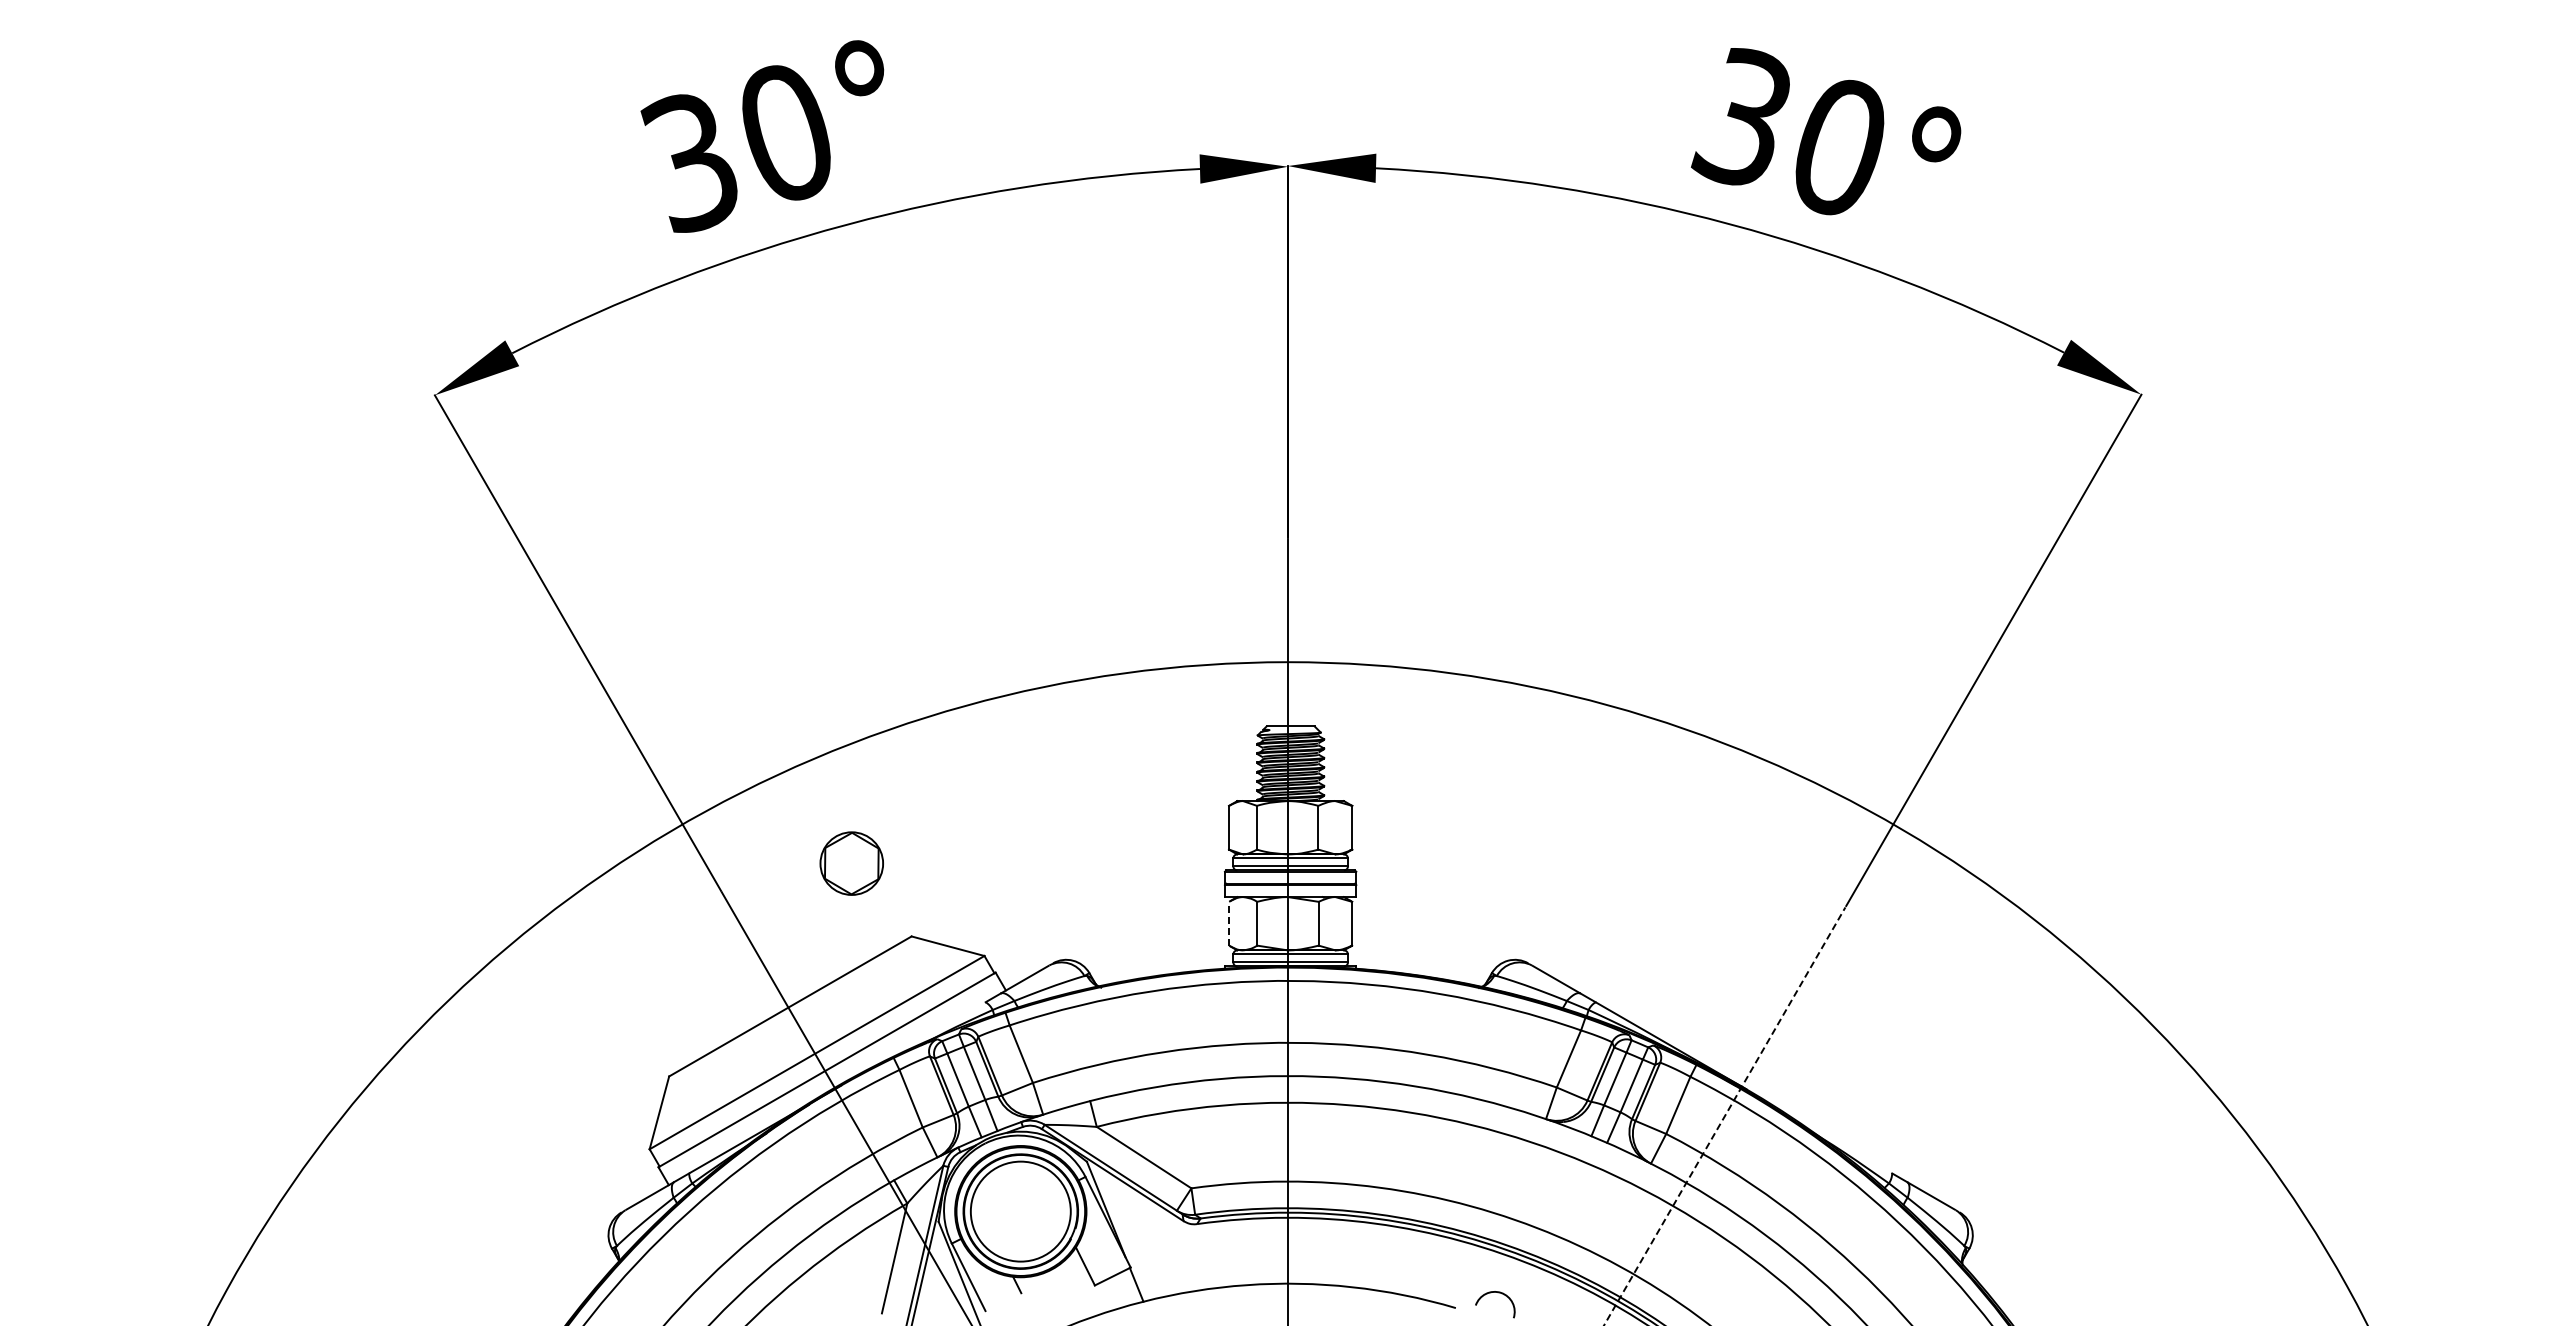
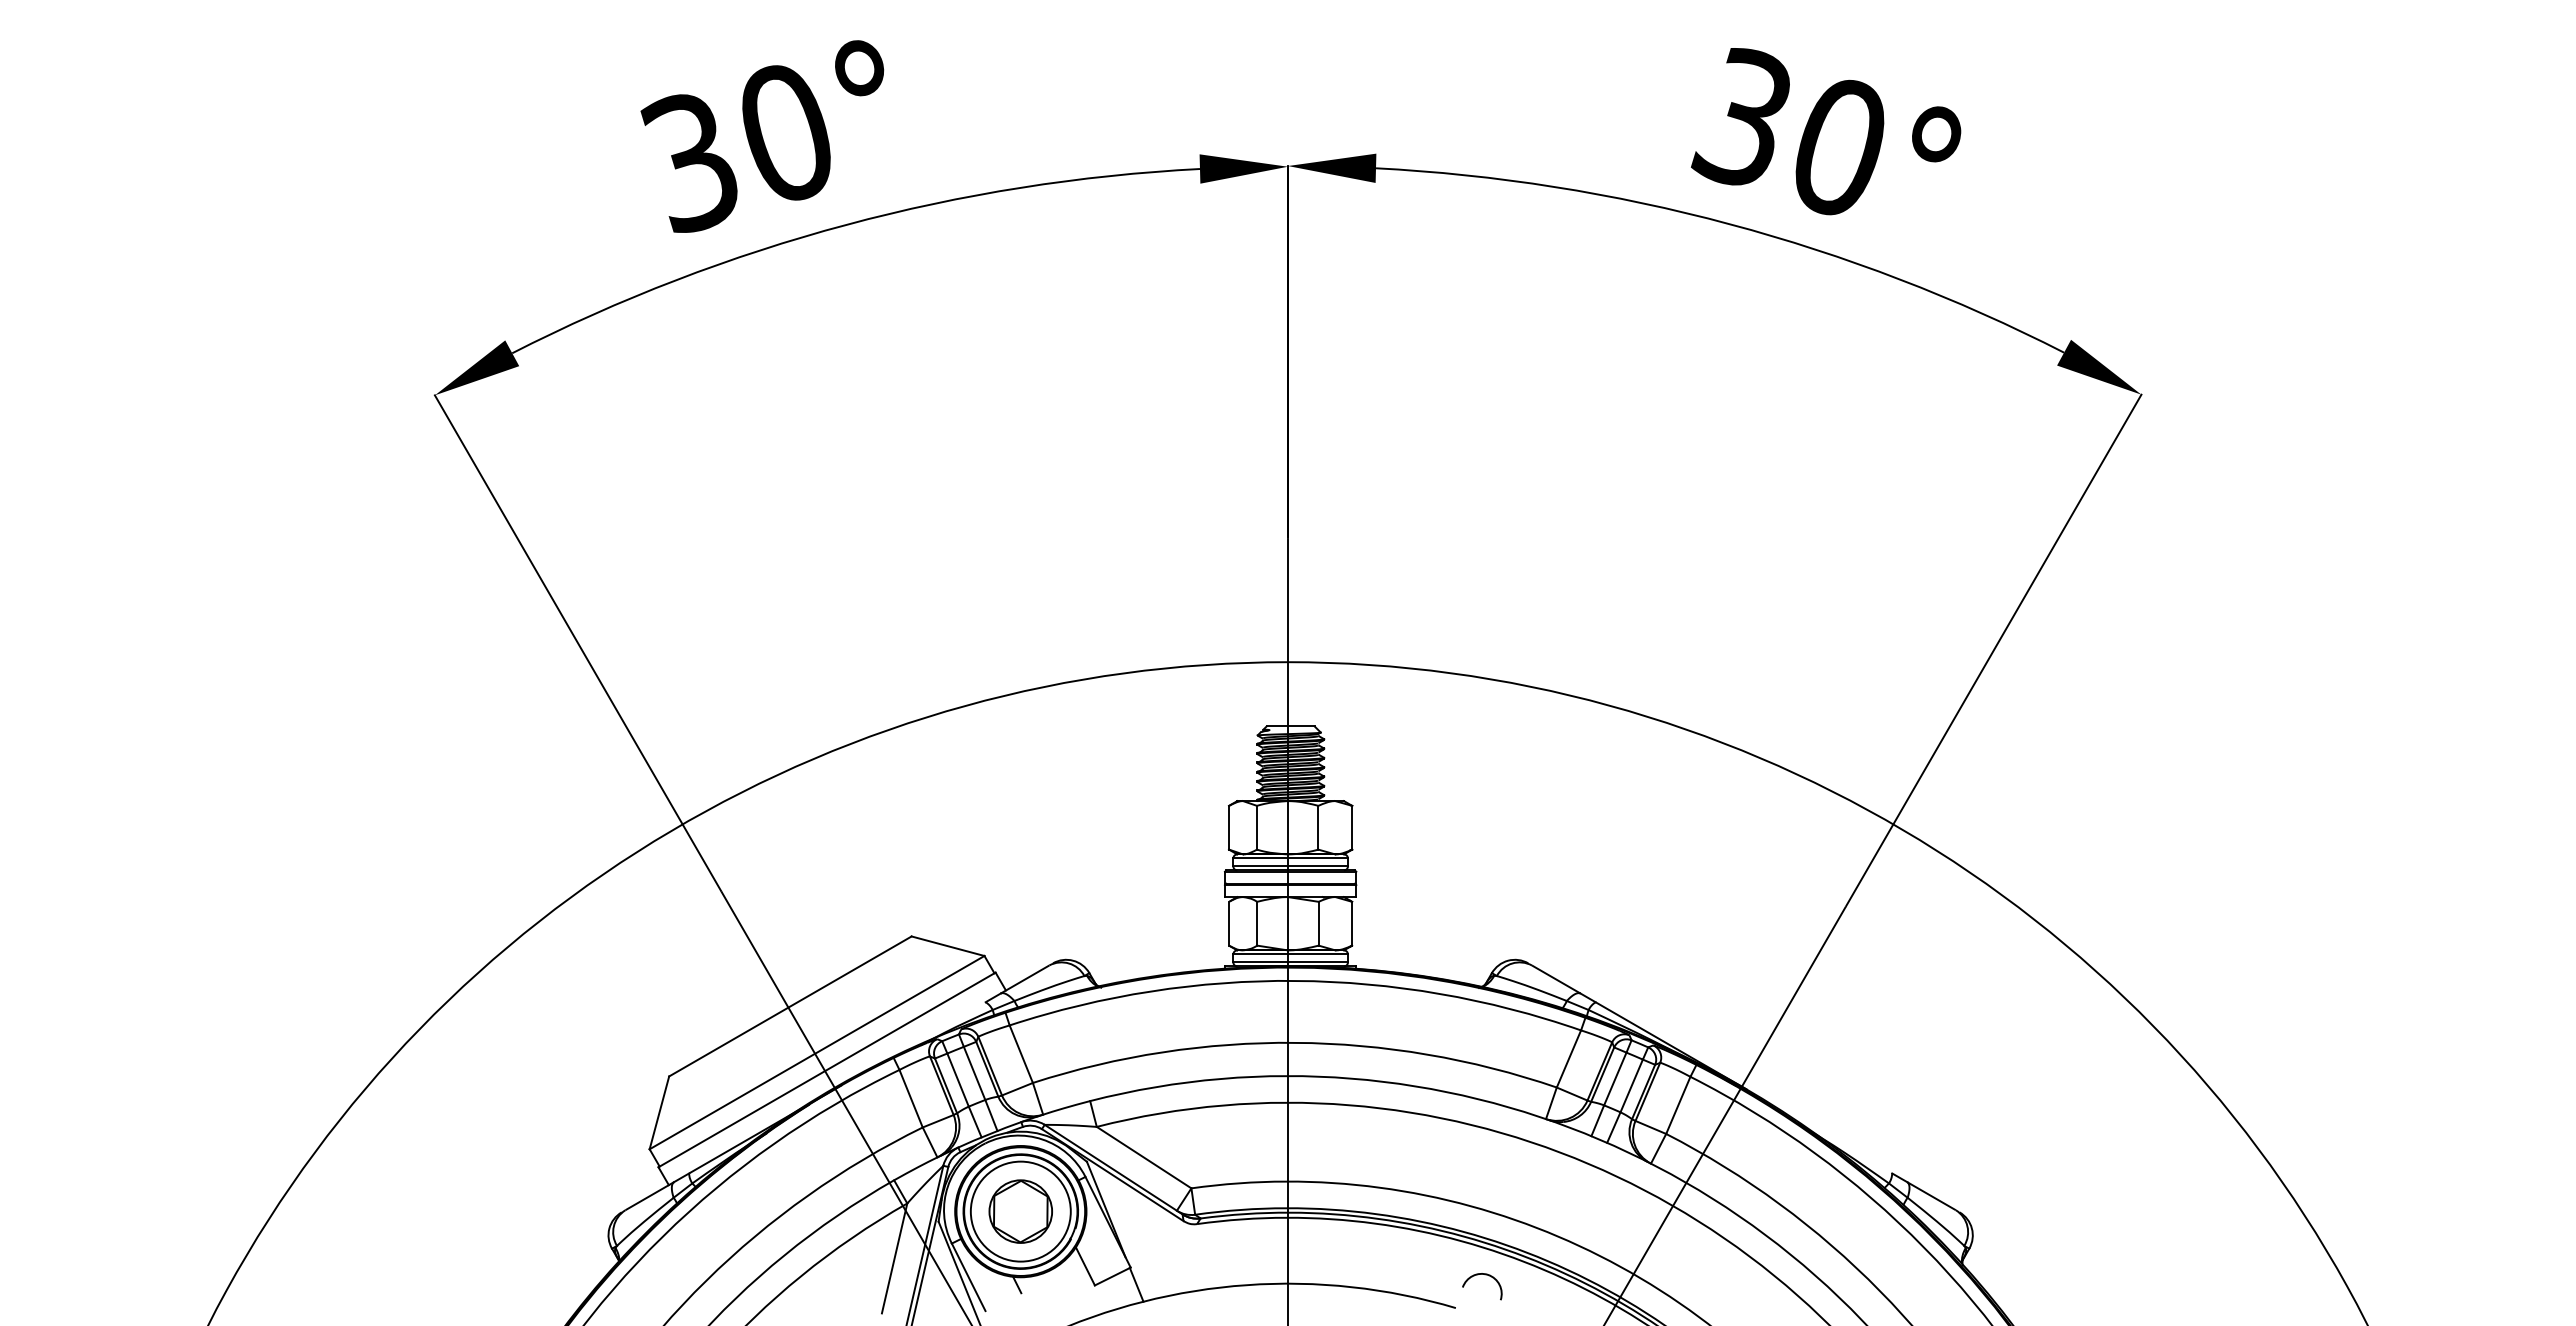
part at (851, 863) position: (851, 863) -> (1020, 1211)
line at (1229, 923): dashed -> solid
line at (1724, 1116): dashed -> solid
curve at (1498, 1293) position: (1498, 1293) -> (1485, 1275)
